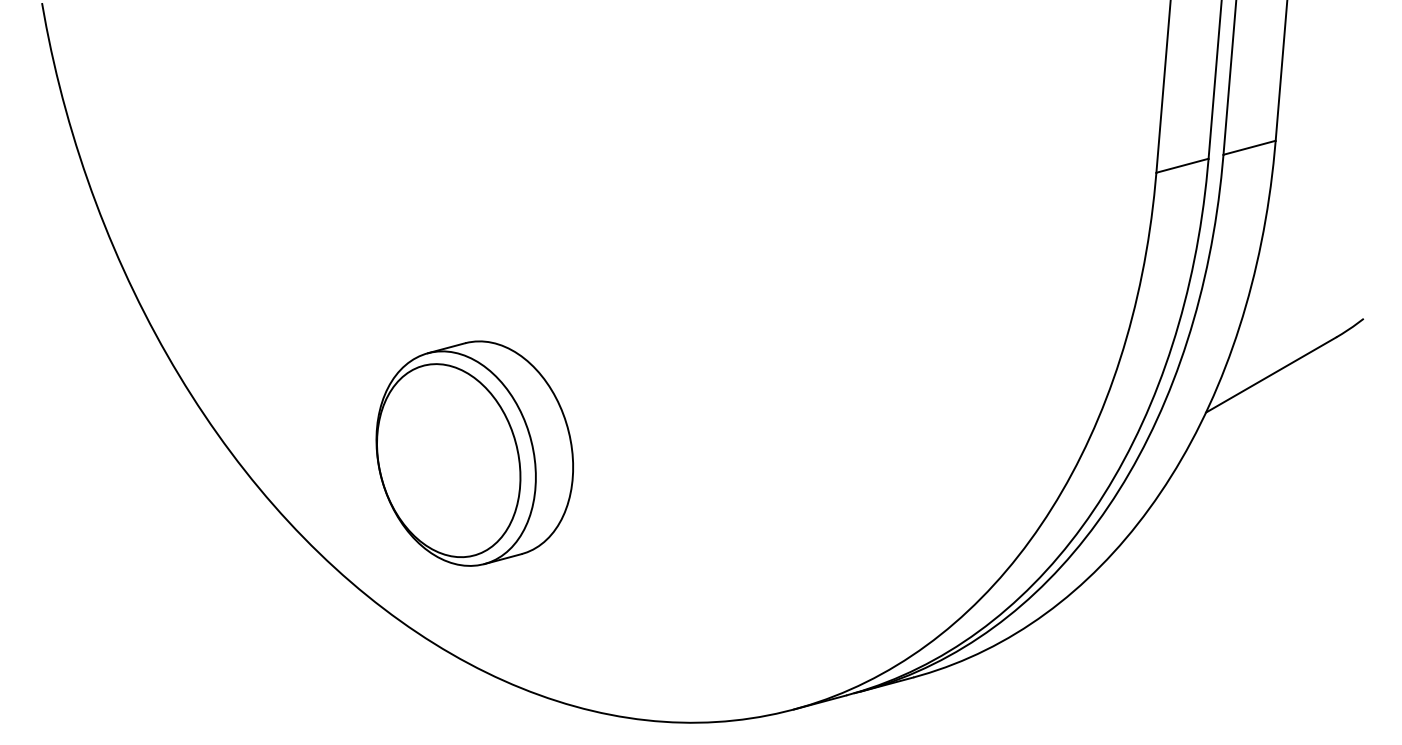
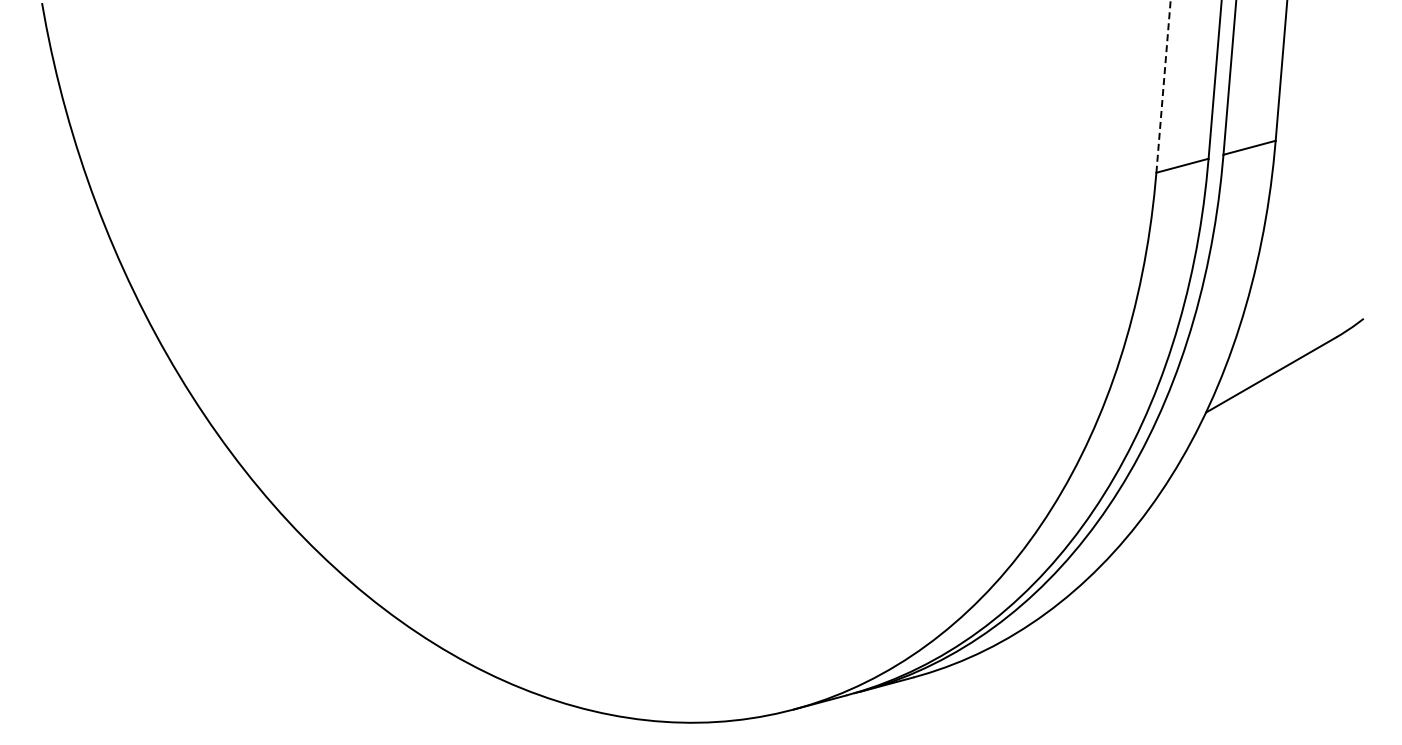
line at (1163, 86): solid -> dashed
part at (474, 453): present -> none
